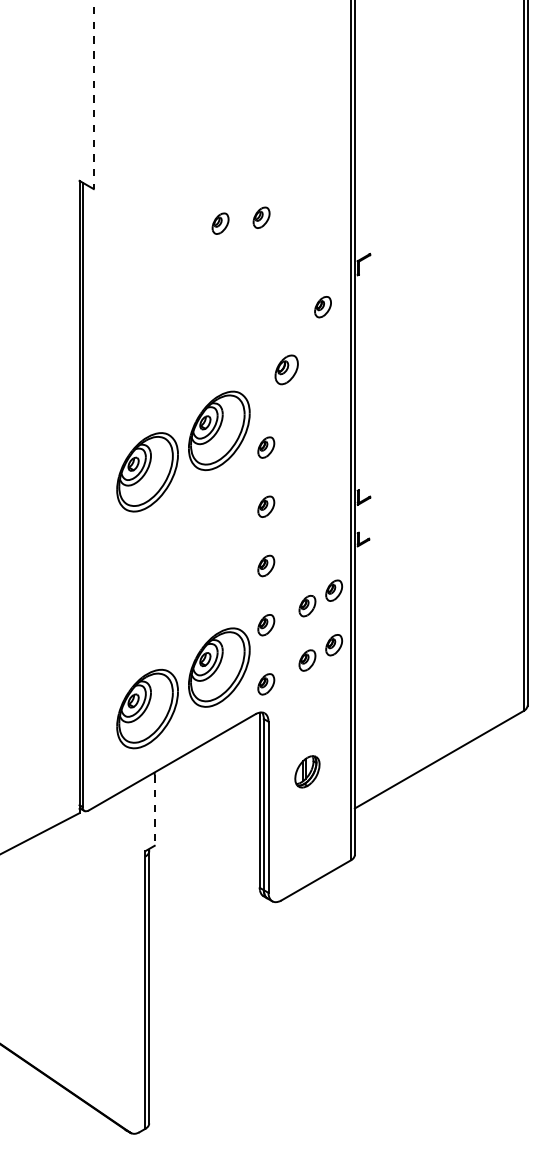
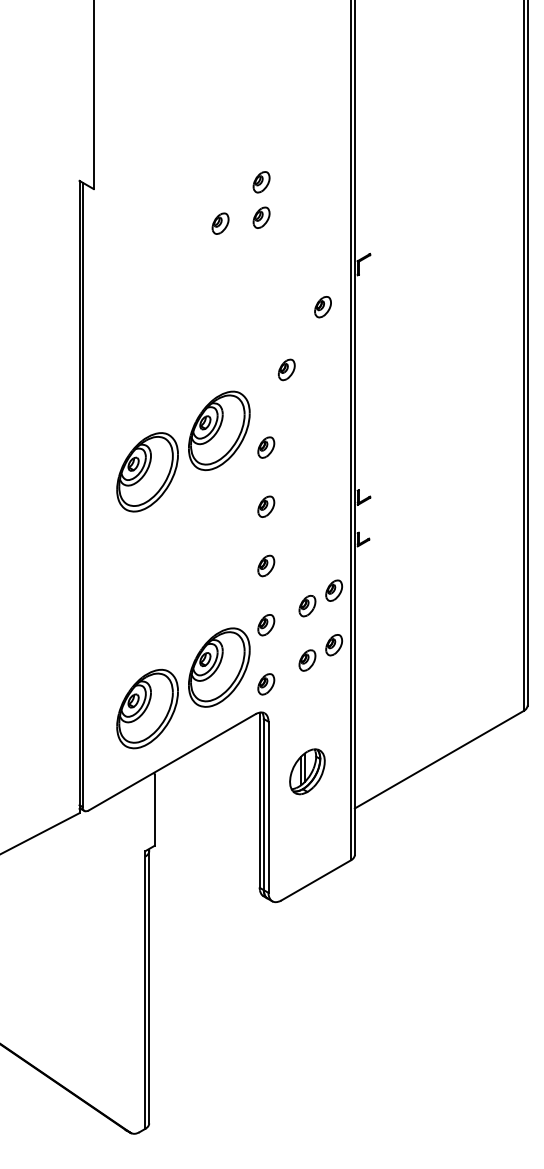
line at (93, 95): dashed -> solid
part at (261, 182): none -> present
part at (286, 369) size: 25x32 px -> 18x24 px
part at (307, 771) size: 27x34 px -> 37x48 px
line at (154, 810): dashed -> solid
